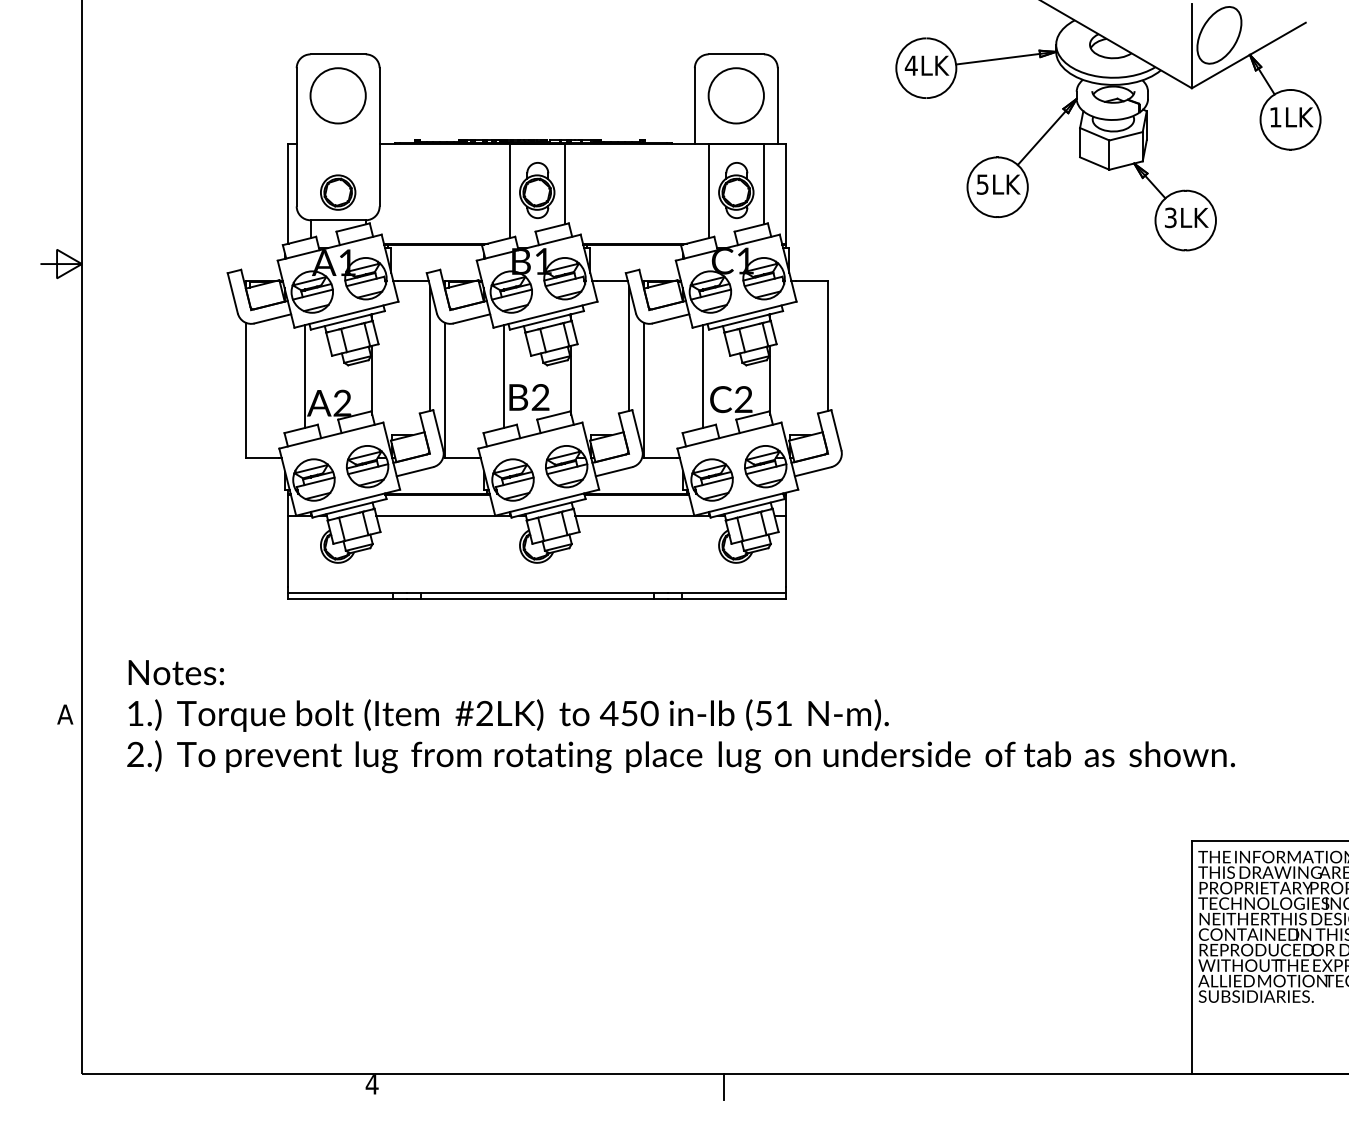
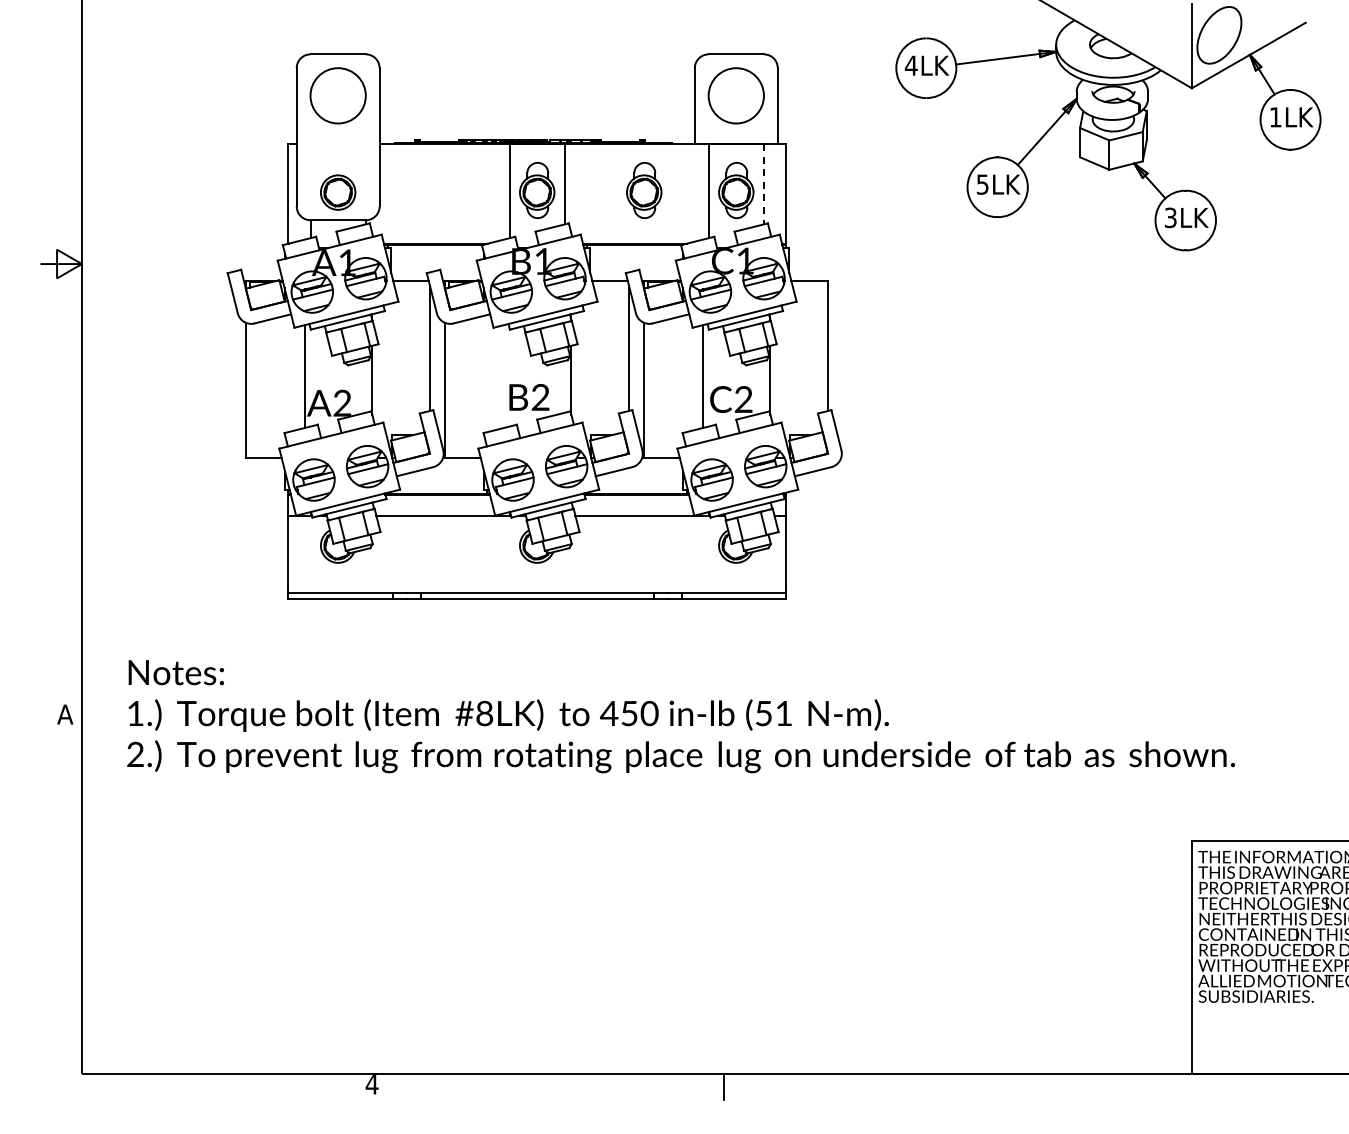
line at (763, 184): solid -> dashed
part at (644, 190): none -> present
line at (504, 376): present -> none
text at (484, 714): #2LK) -> #8LK)
